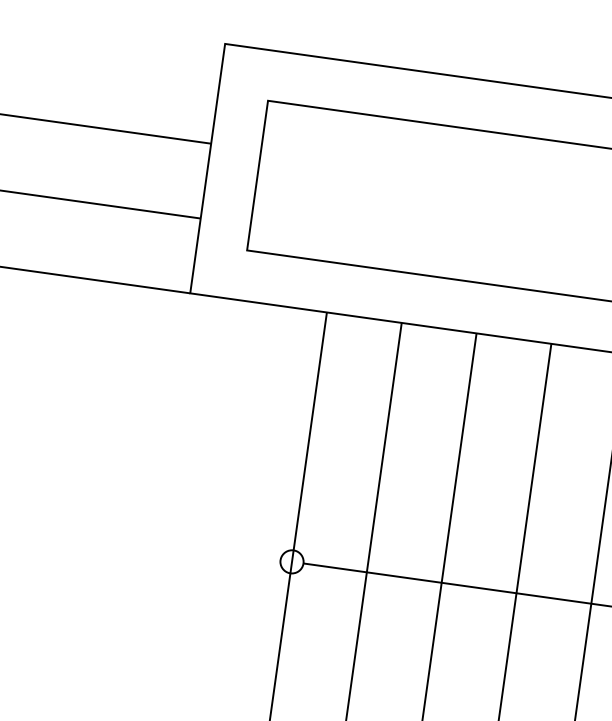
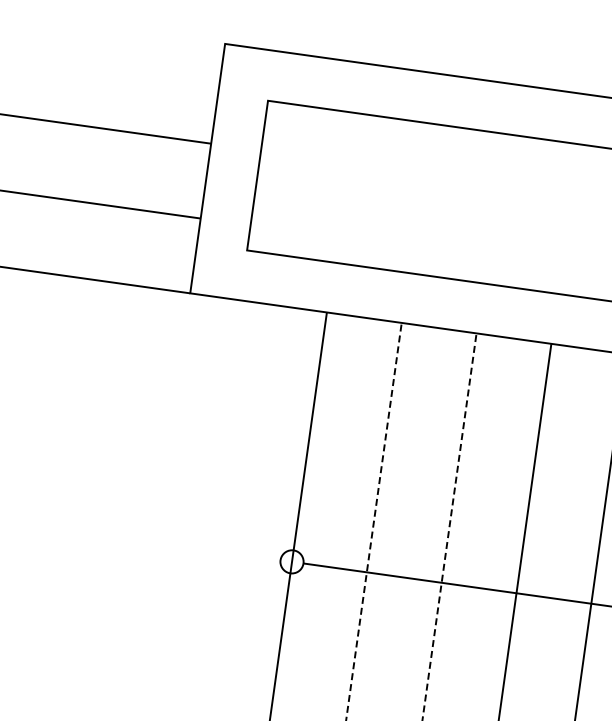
line at (373, 521): solid -> dashed
line at (449, 526): solid -> dashed
